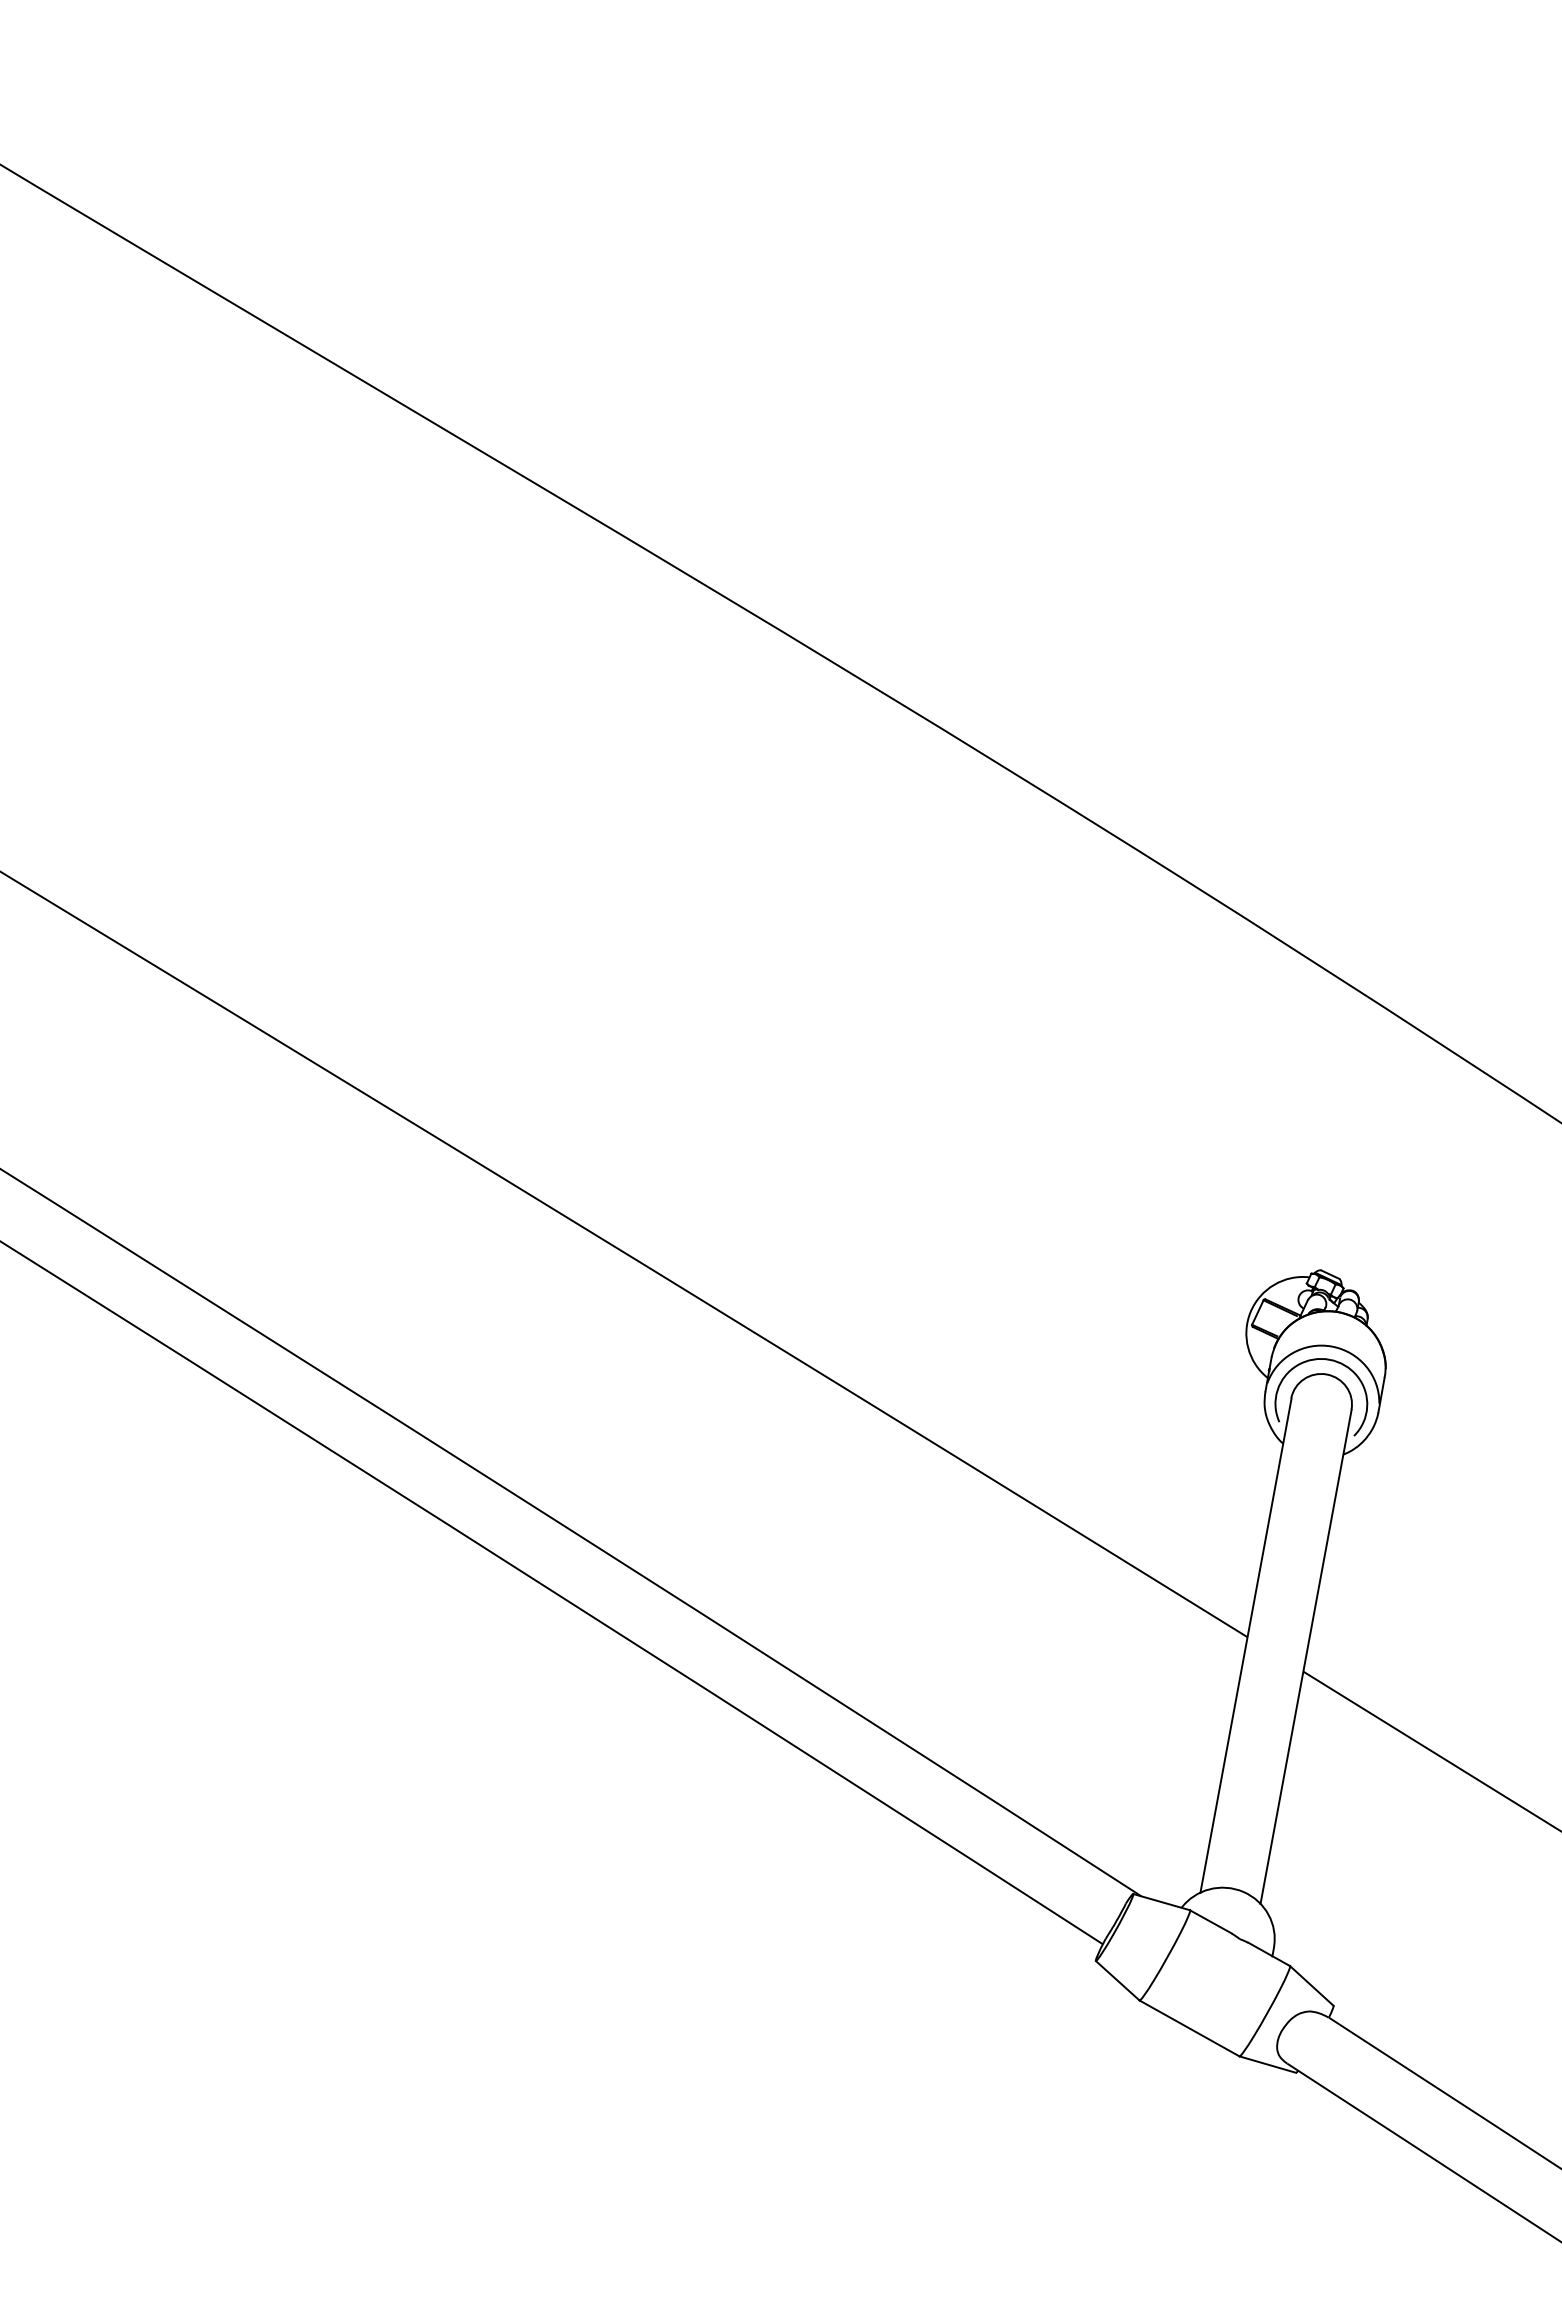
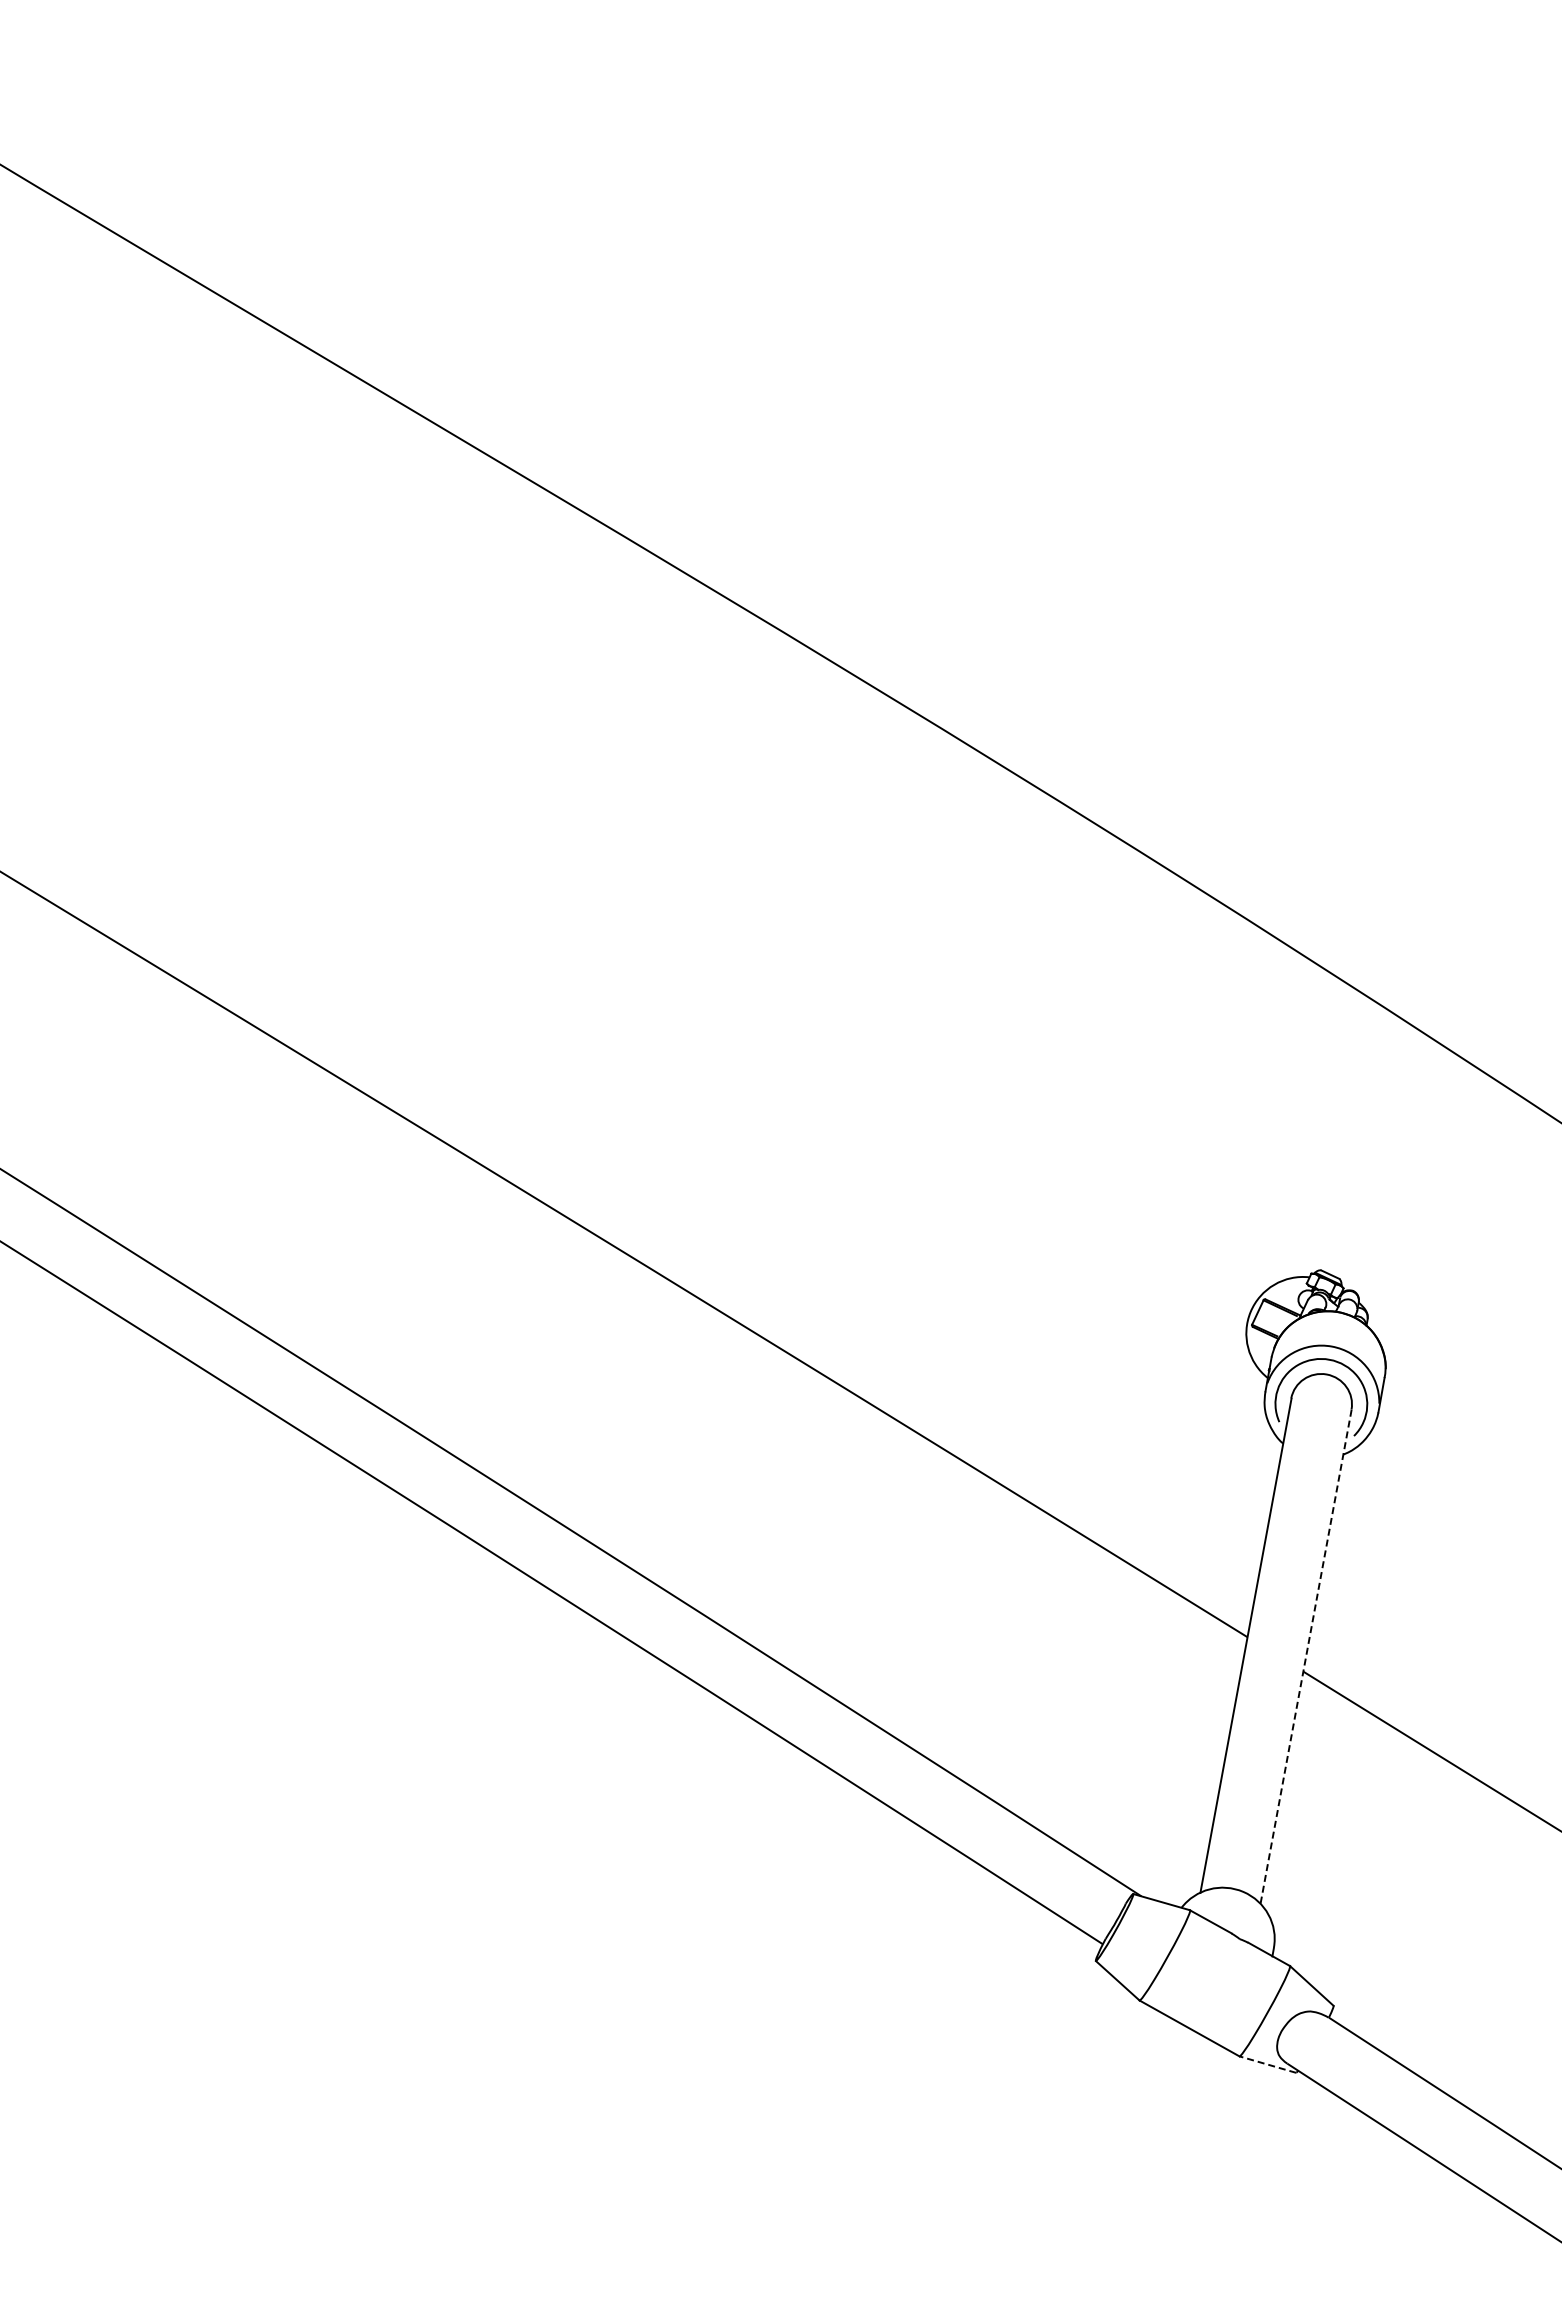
line at (1305, 1657): solid -> dashed
line at (1267, 2064): solid -> dashed
